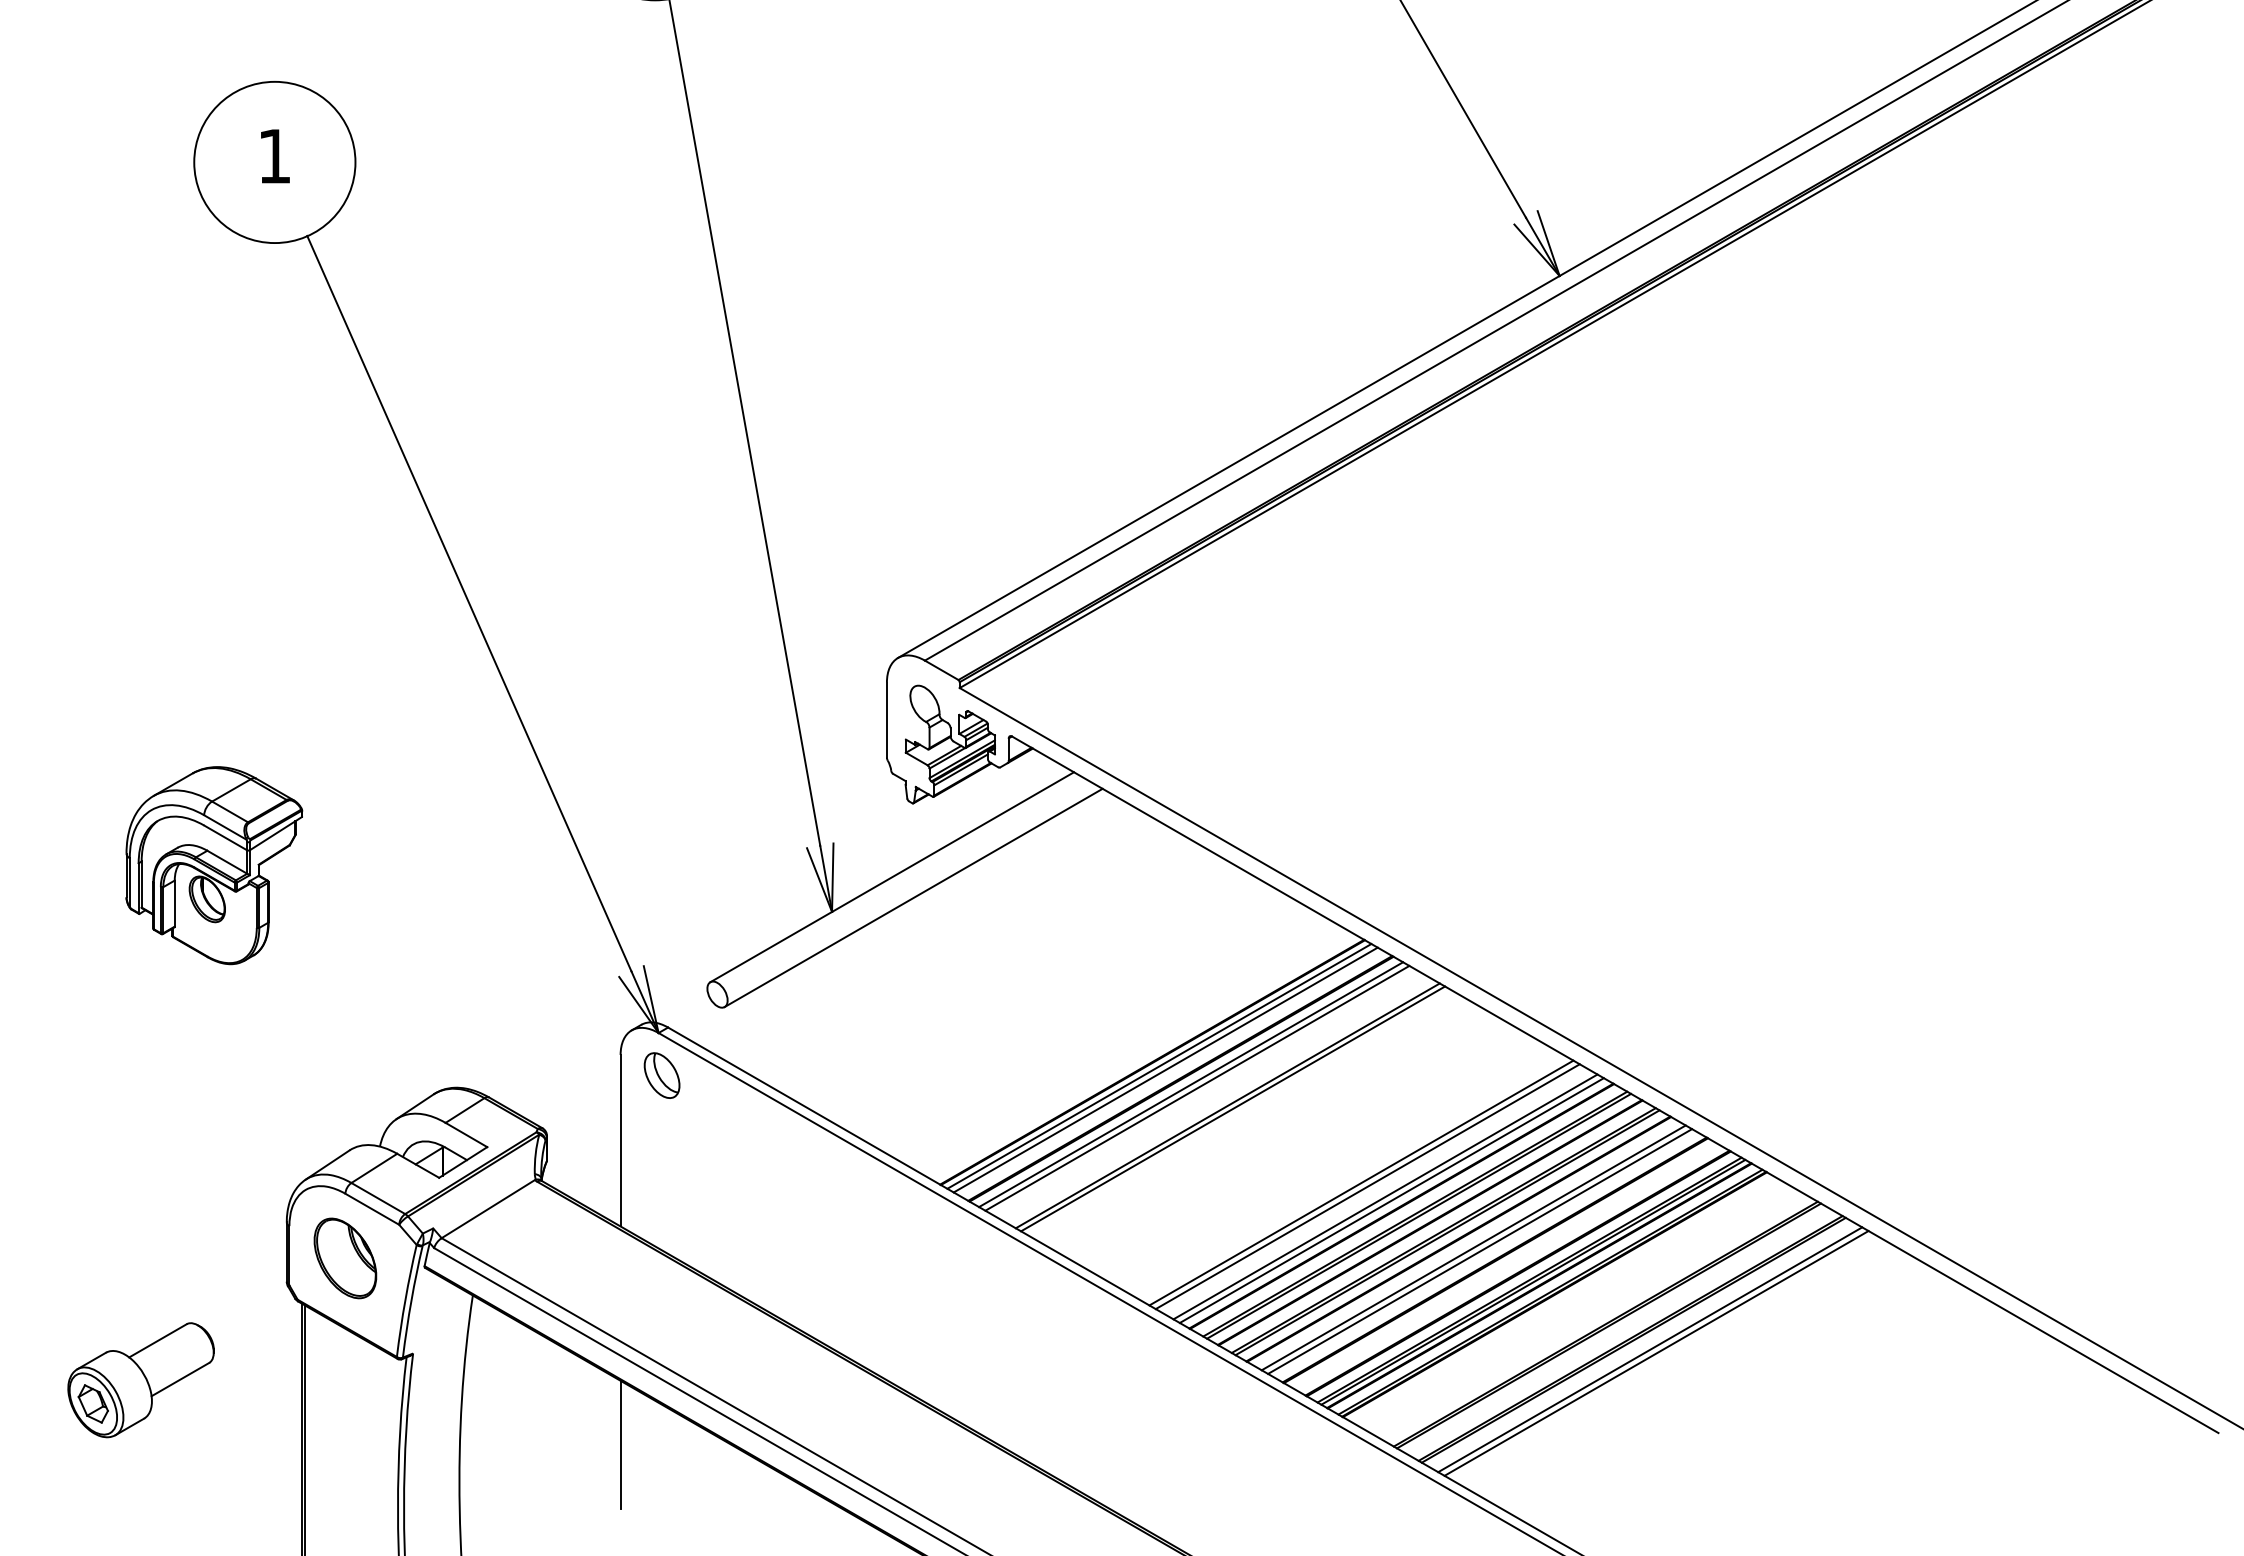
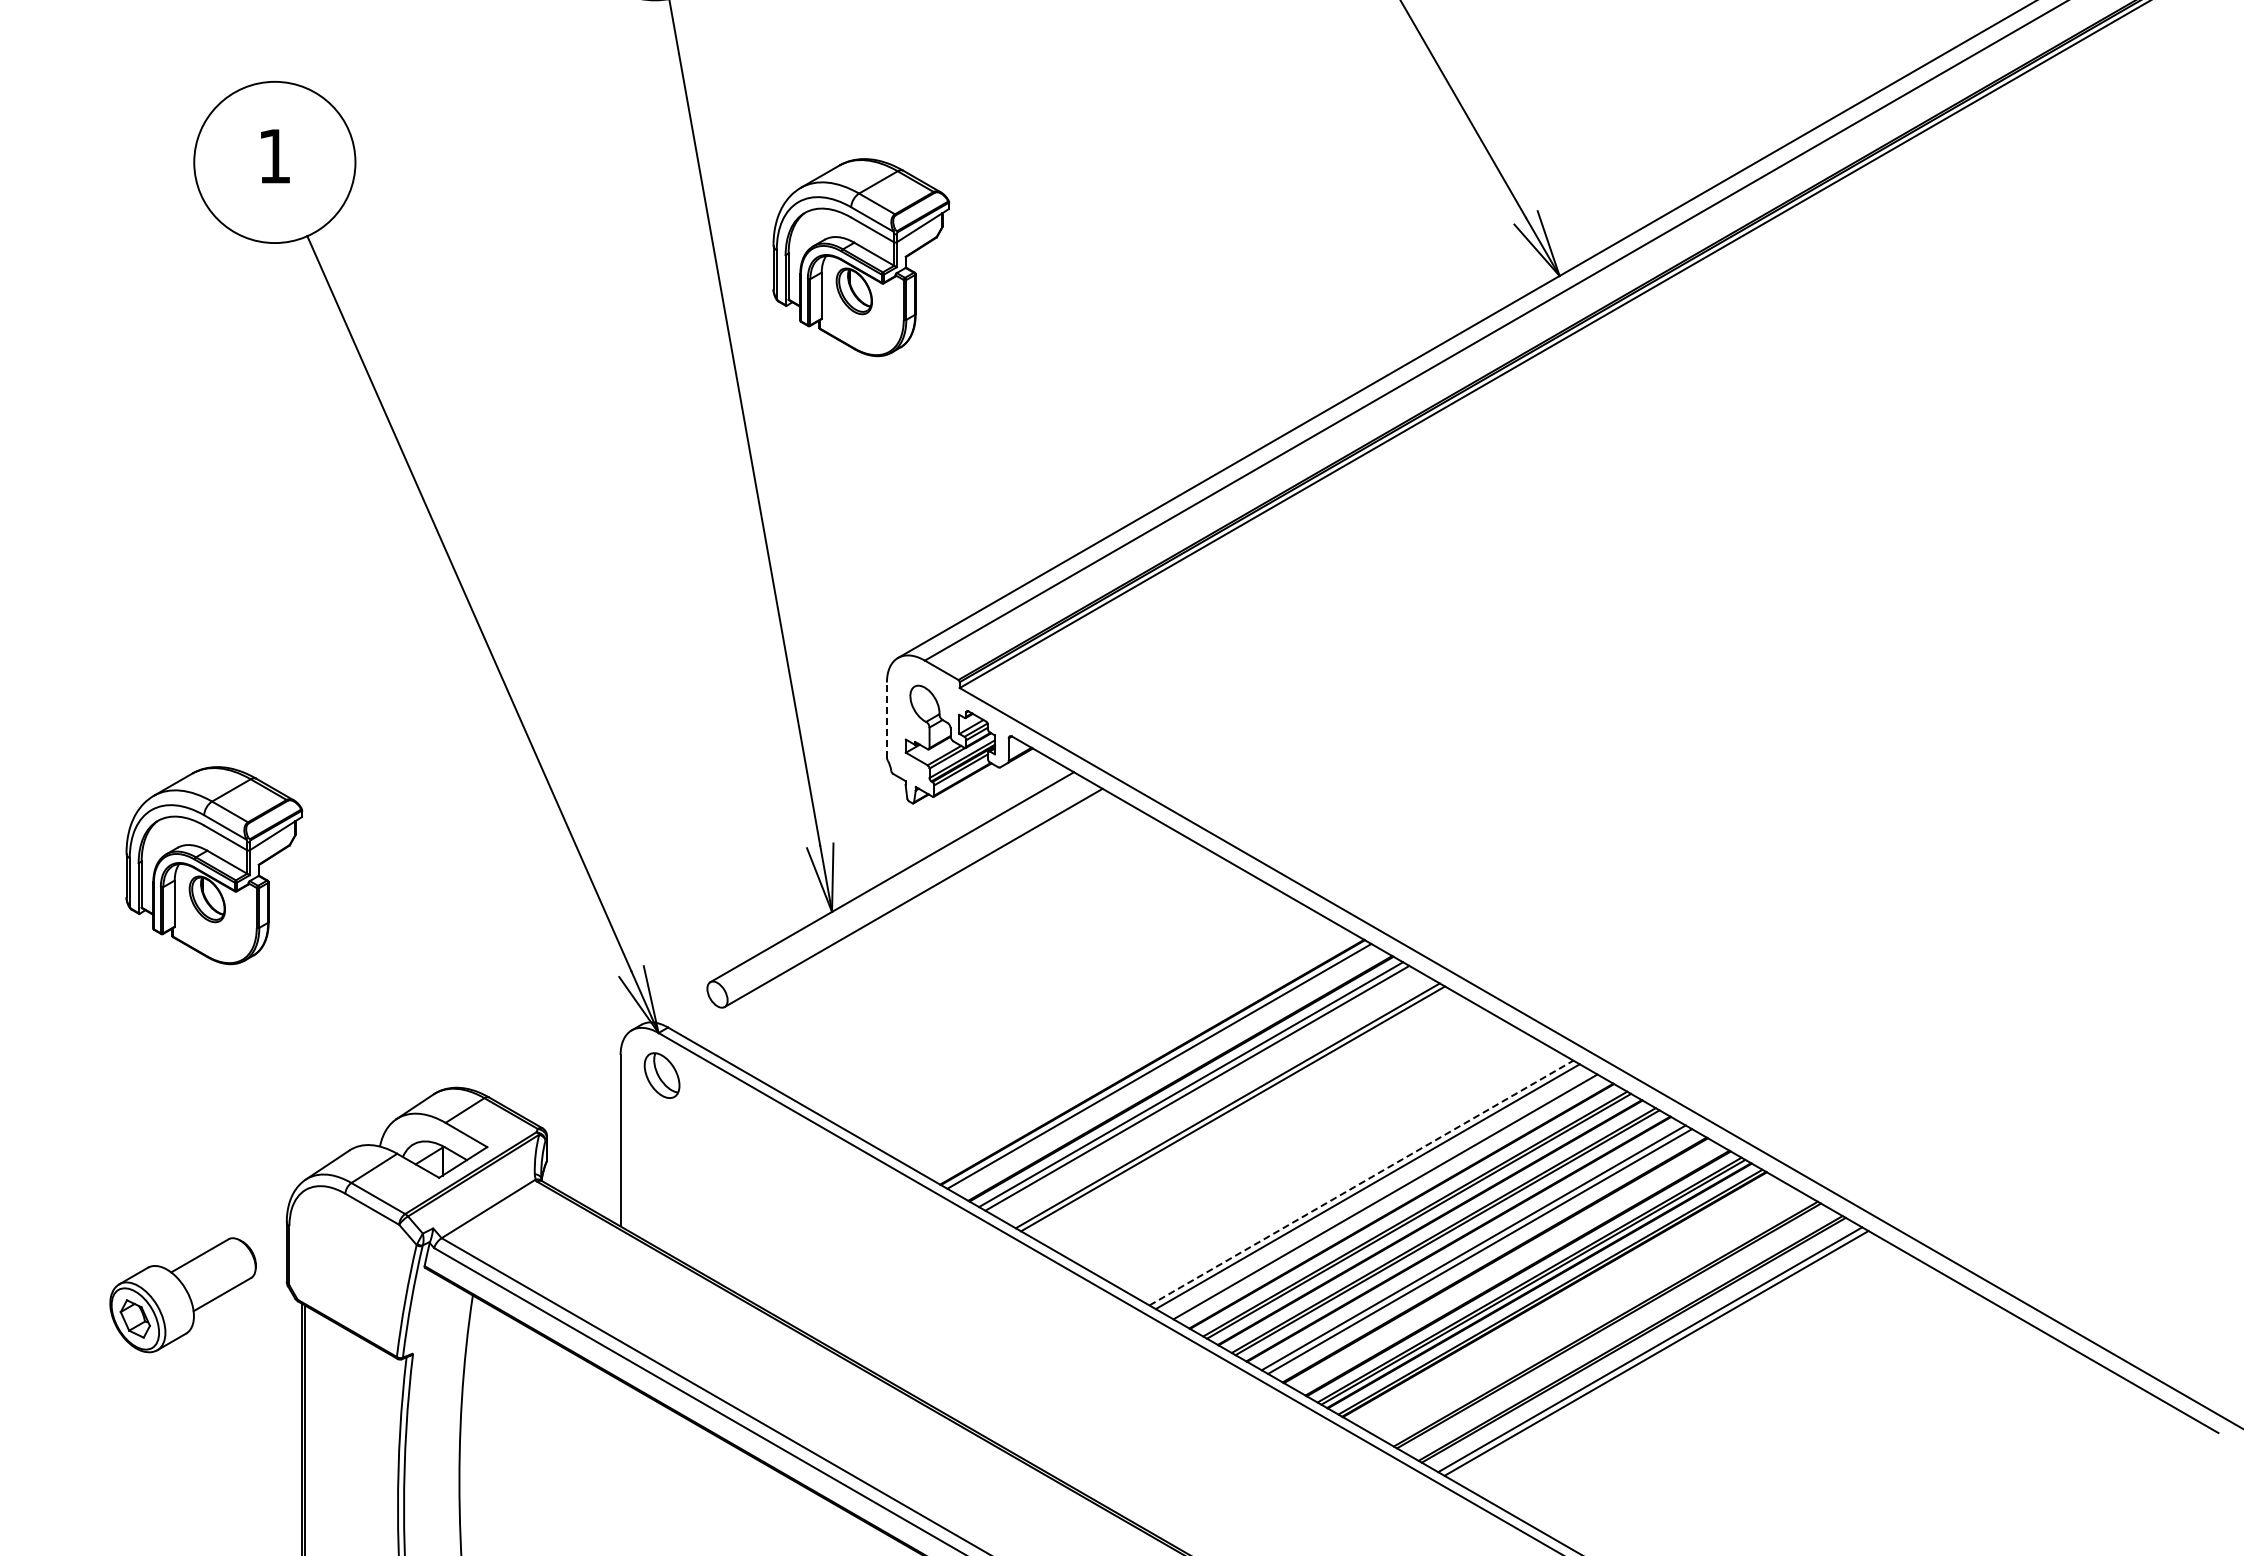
part at (861, 257): none -> present
line at (886, 720): solid -> dashed
line at (1165, 1069): present -> none
line at (1361, 1183): solid -> dashed
line at (1391, 1200): present -> none
part at (345, 1258): present -> none
part at (140, 1380) position: (140, 1380) -> (182, 1295)
line at (620, 1444): present -> none
